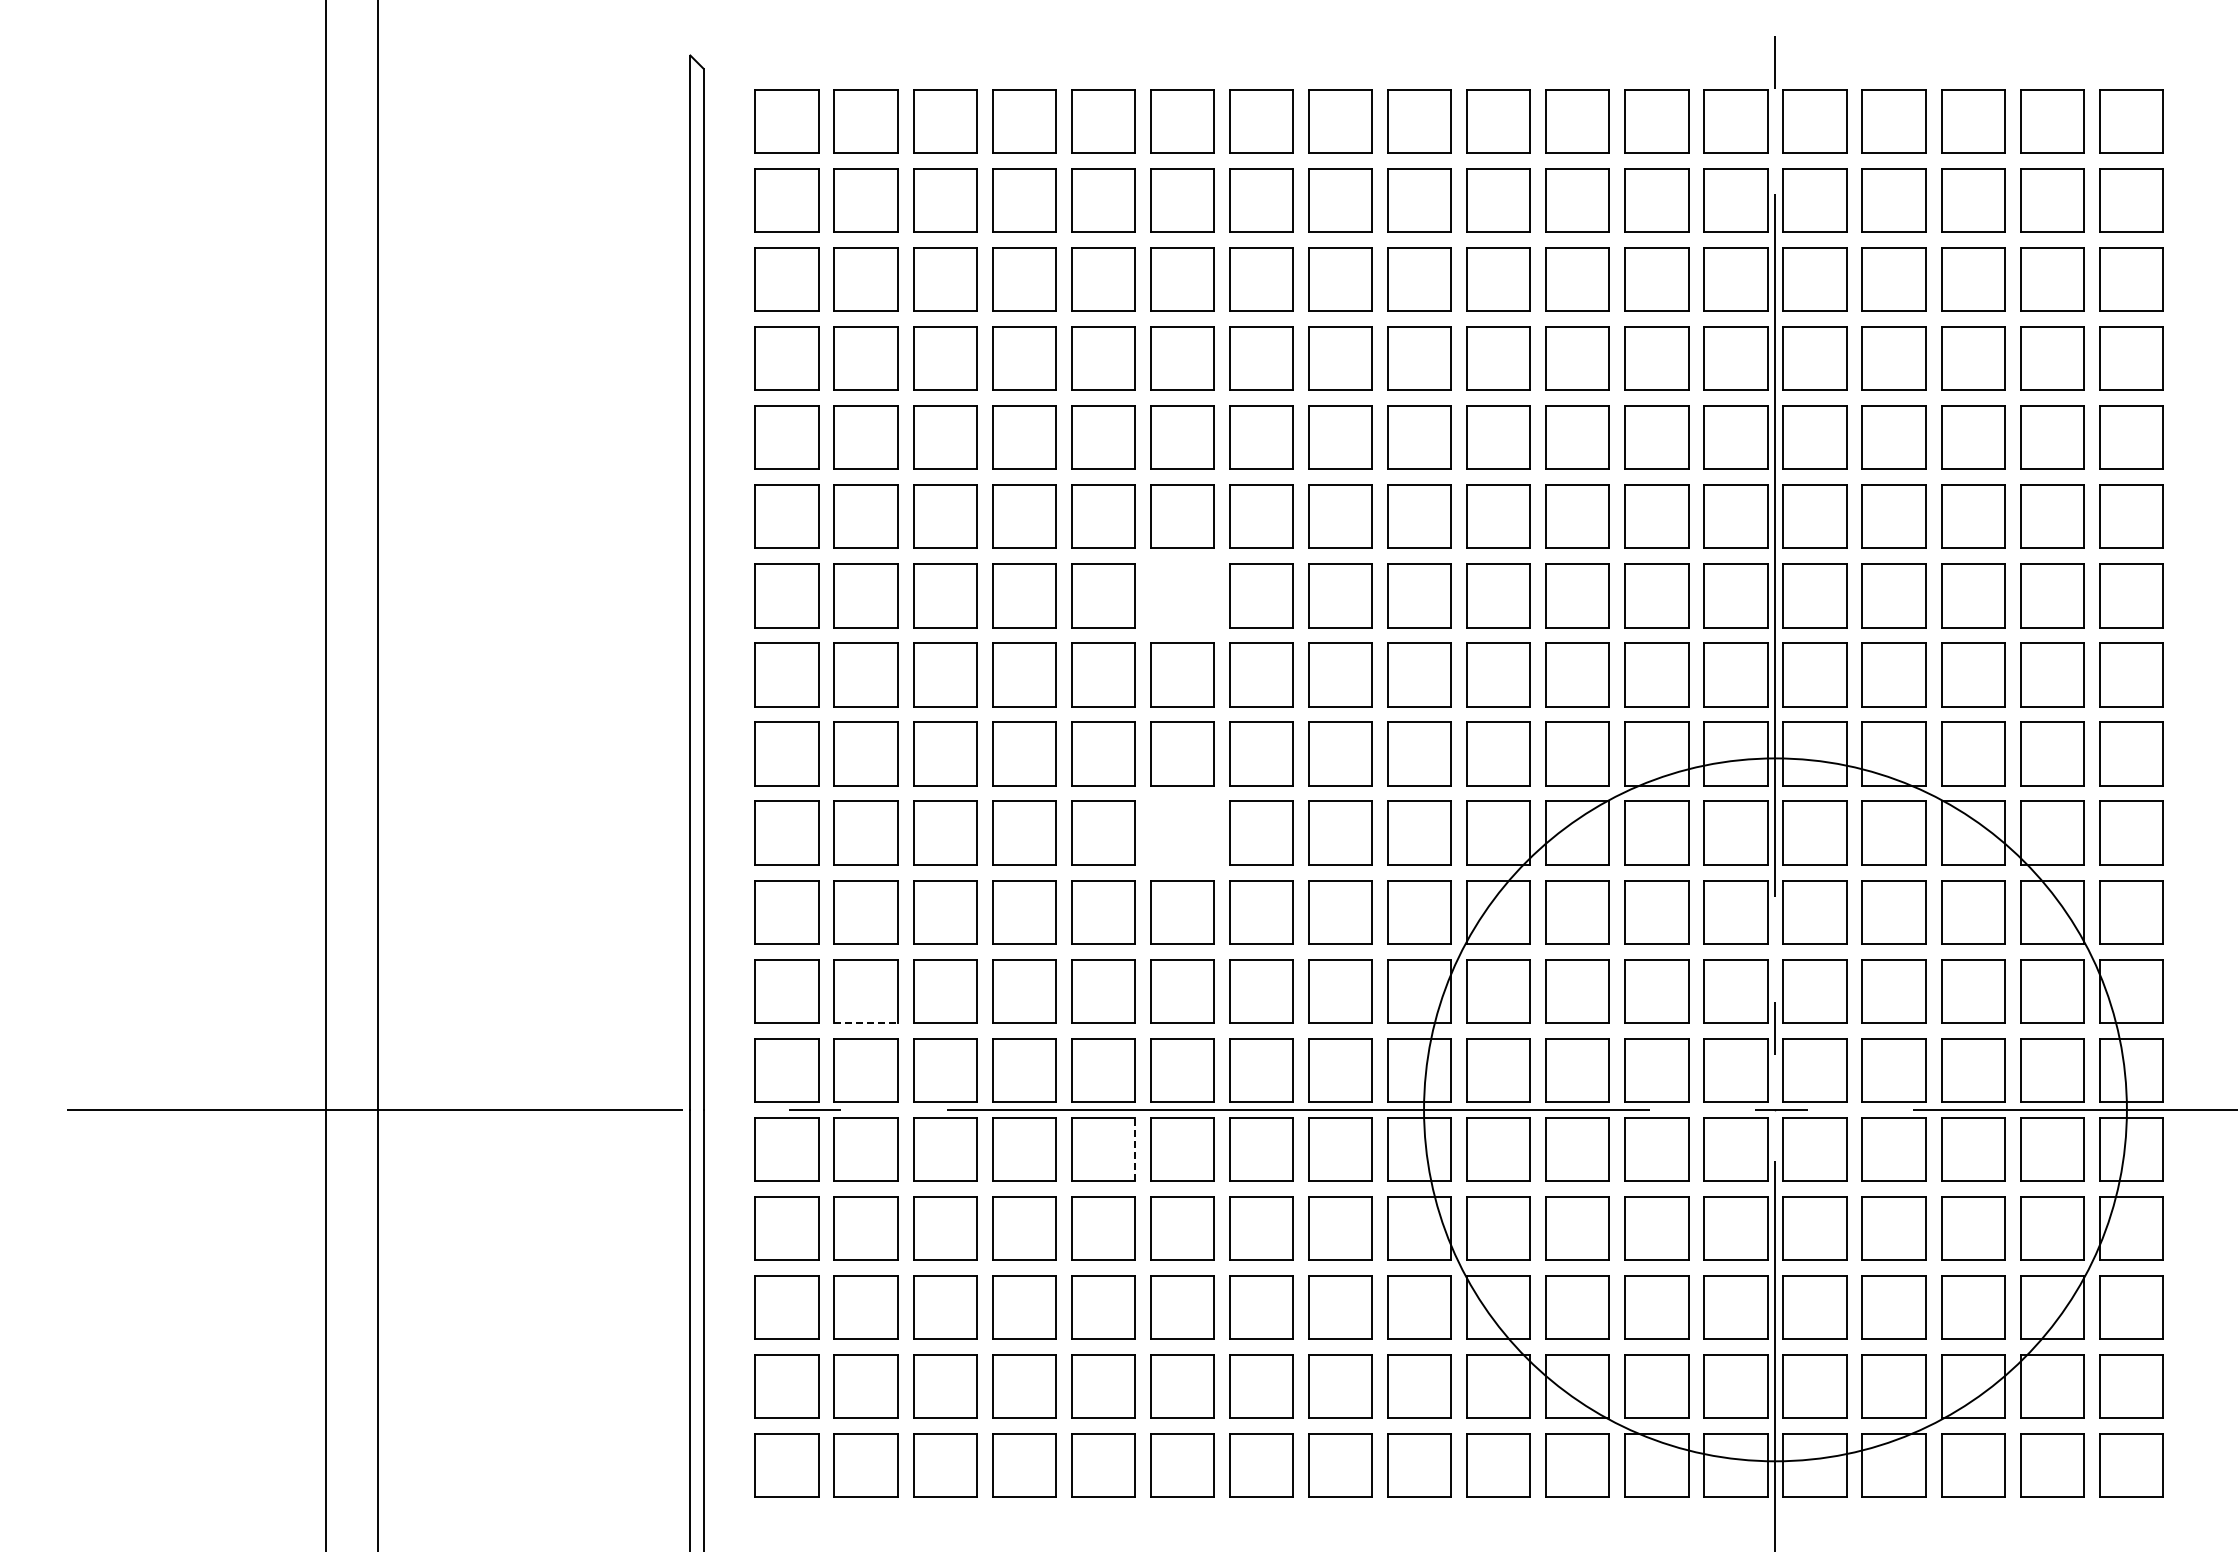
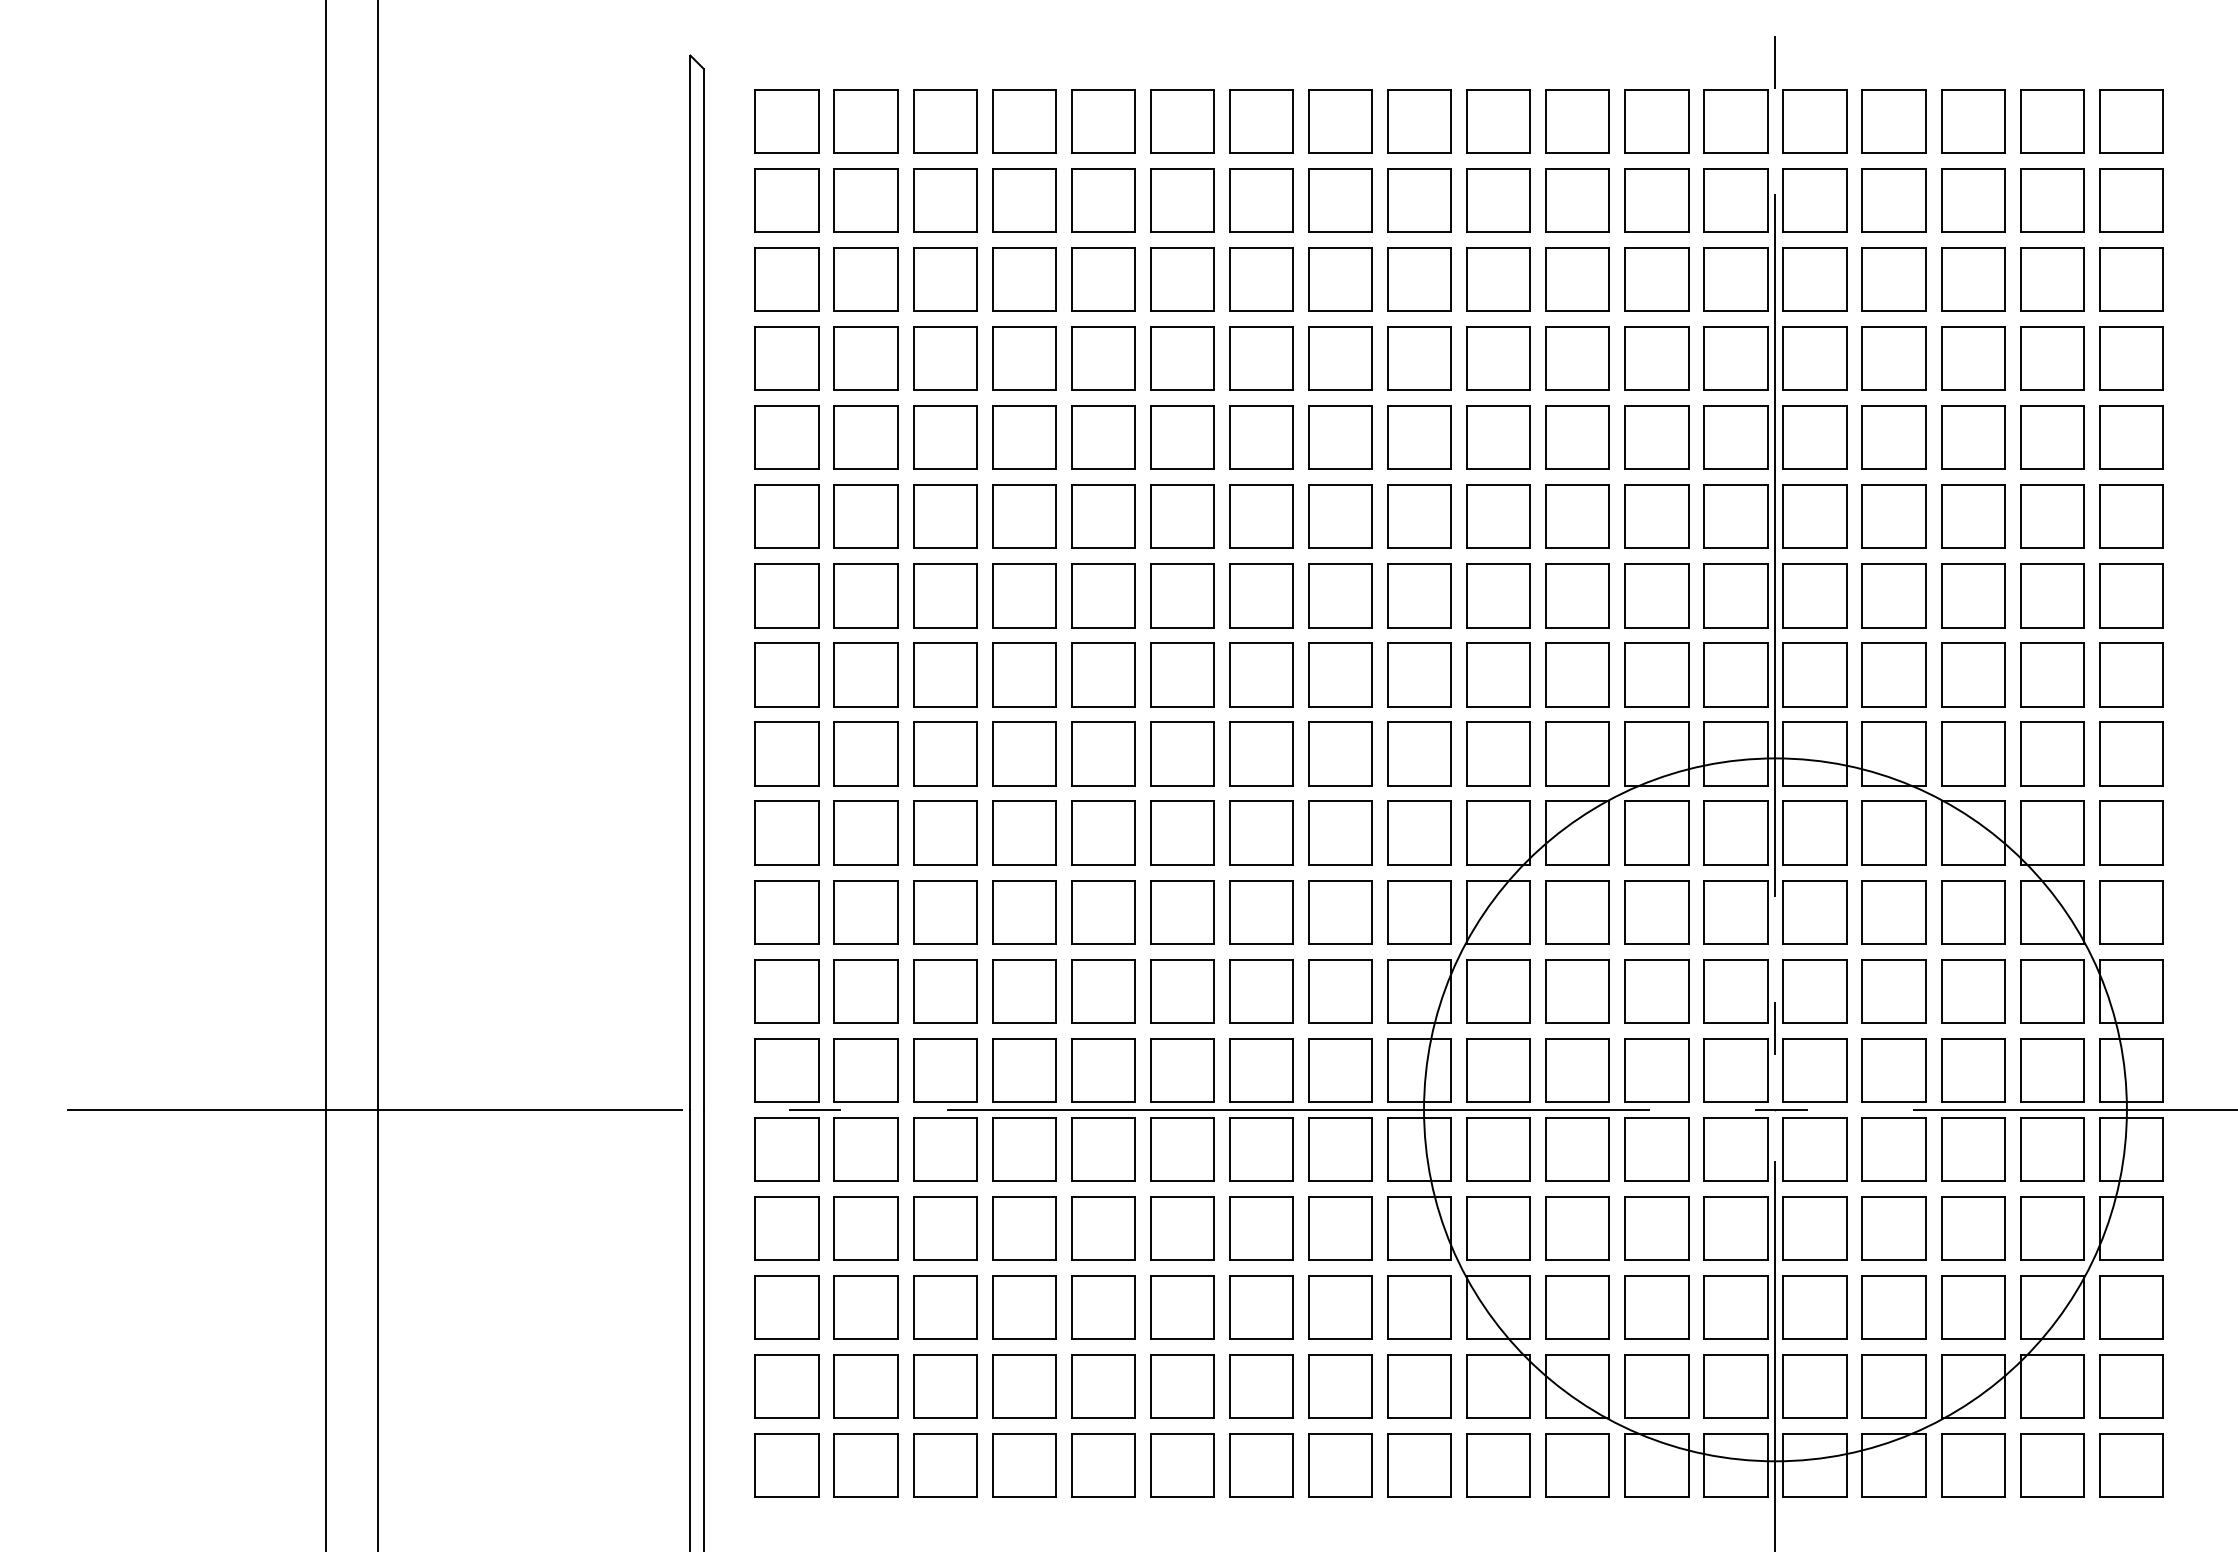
part at (1182, 595): none -> present
part at (1182, 832): none -> present
line at (866, 1022): dashed -> solid
line at (1134, 1149): dashed -> solid
